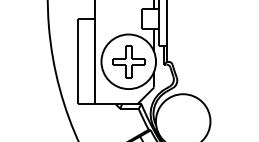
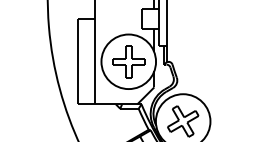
part at (183, 121): none -> present
